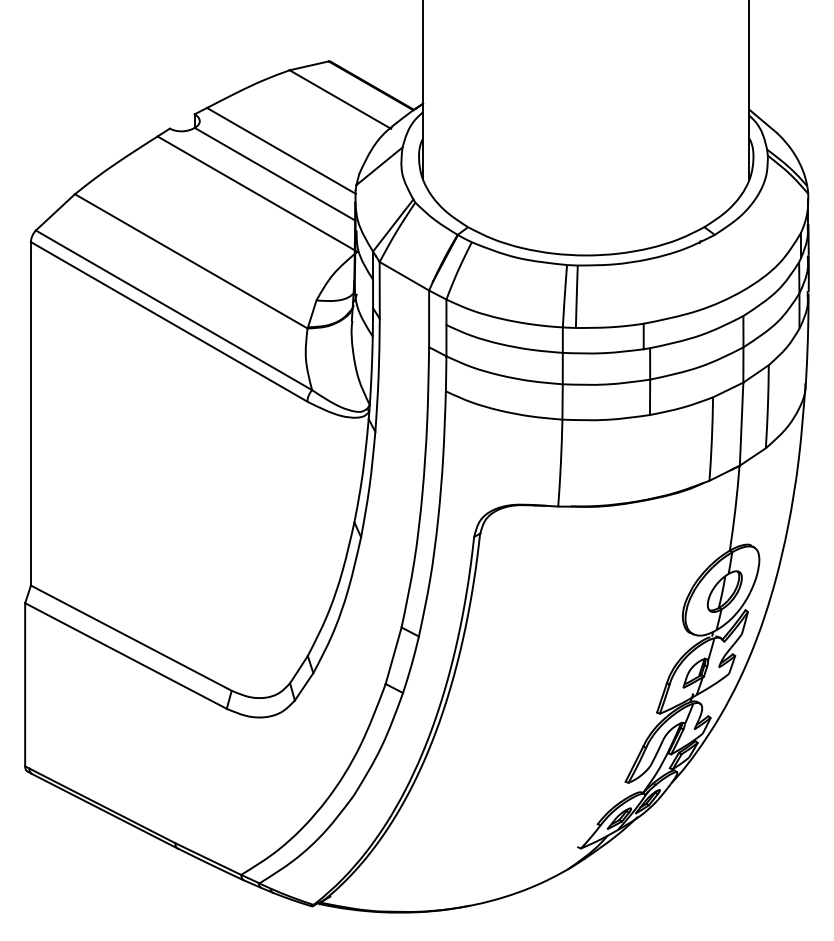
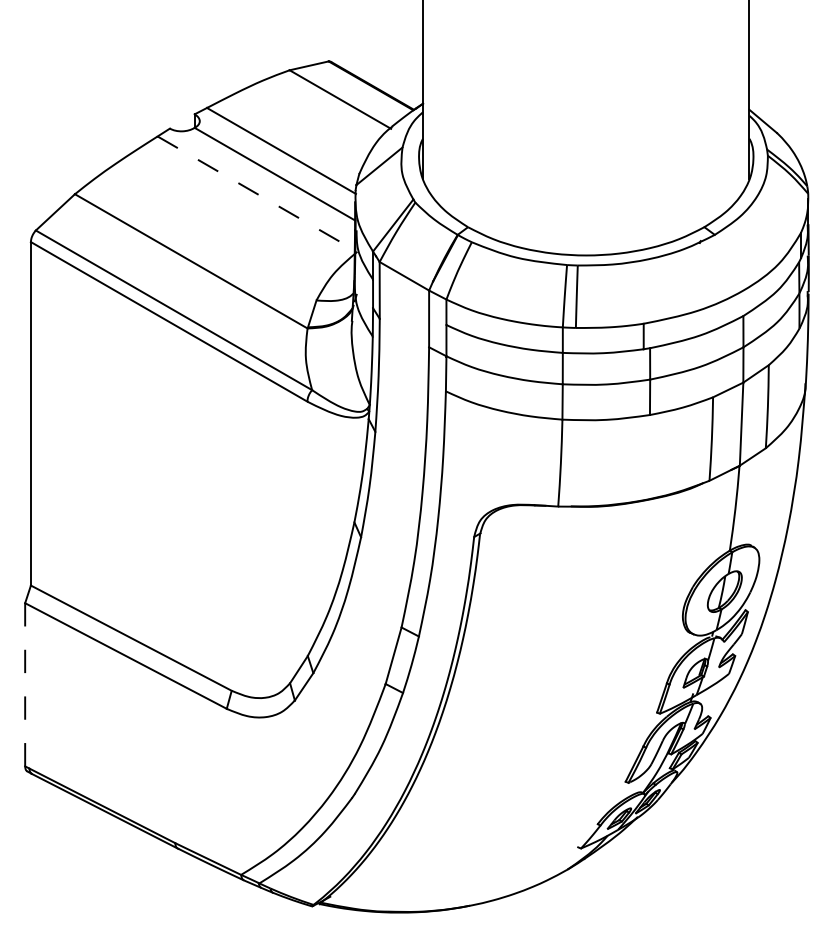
line at (257, 194): solid -> dashed
line at (25, 684): solid -> dashed
